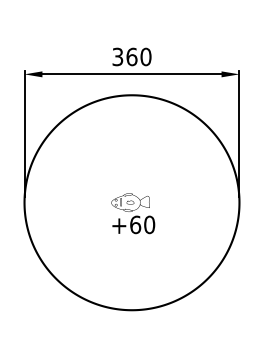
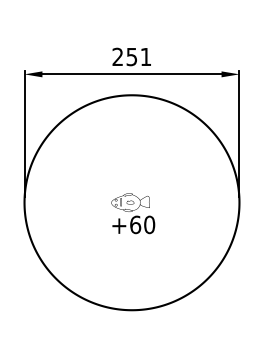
text at (131, 56): 360 -> 251
